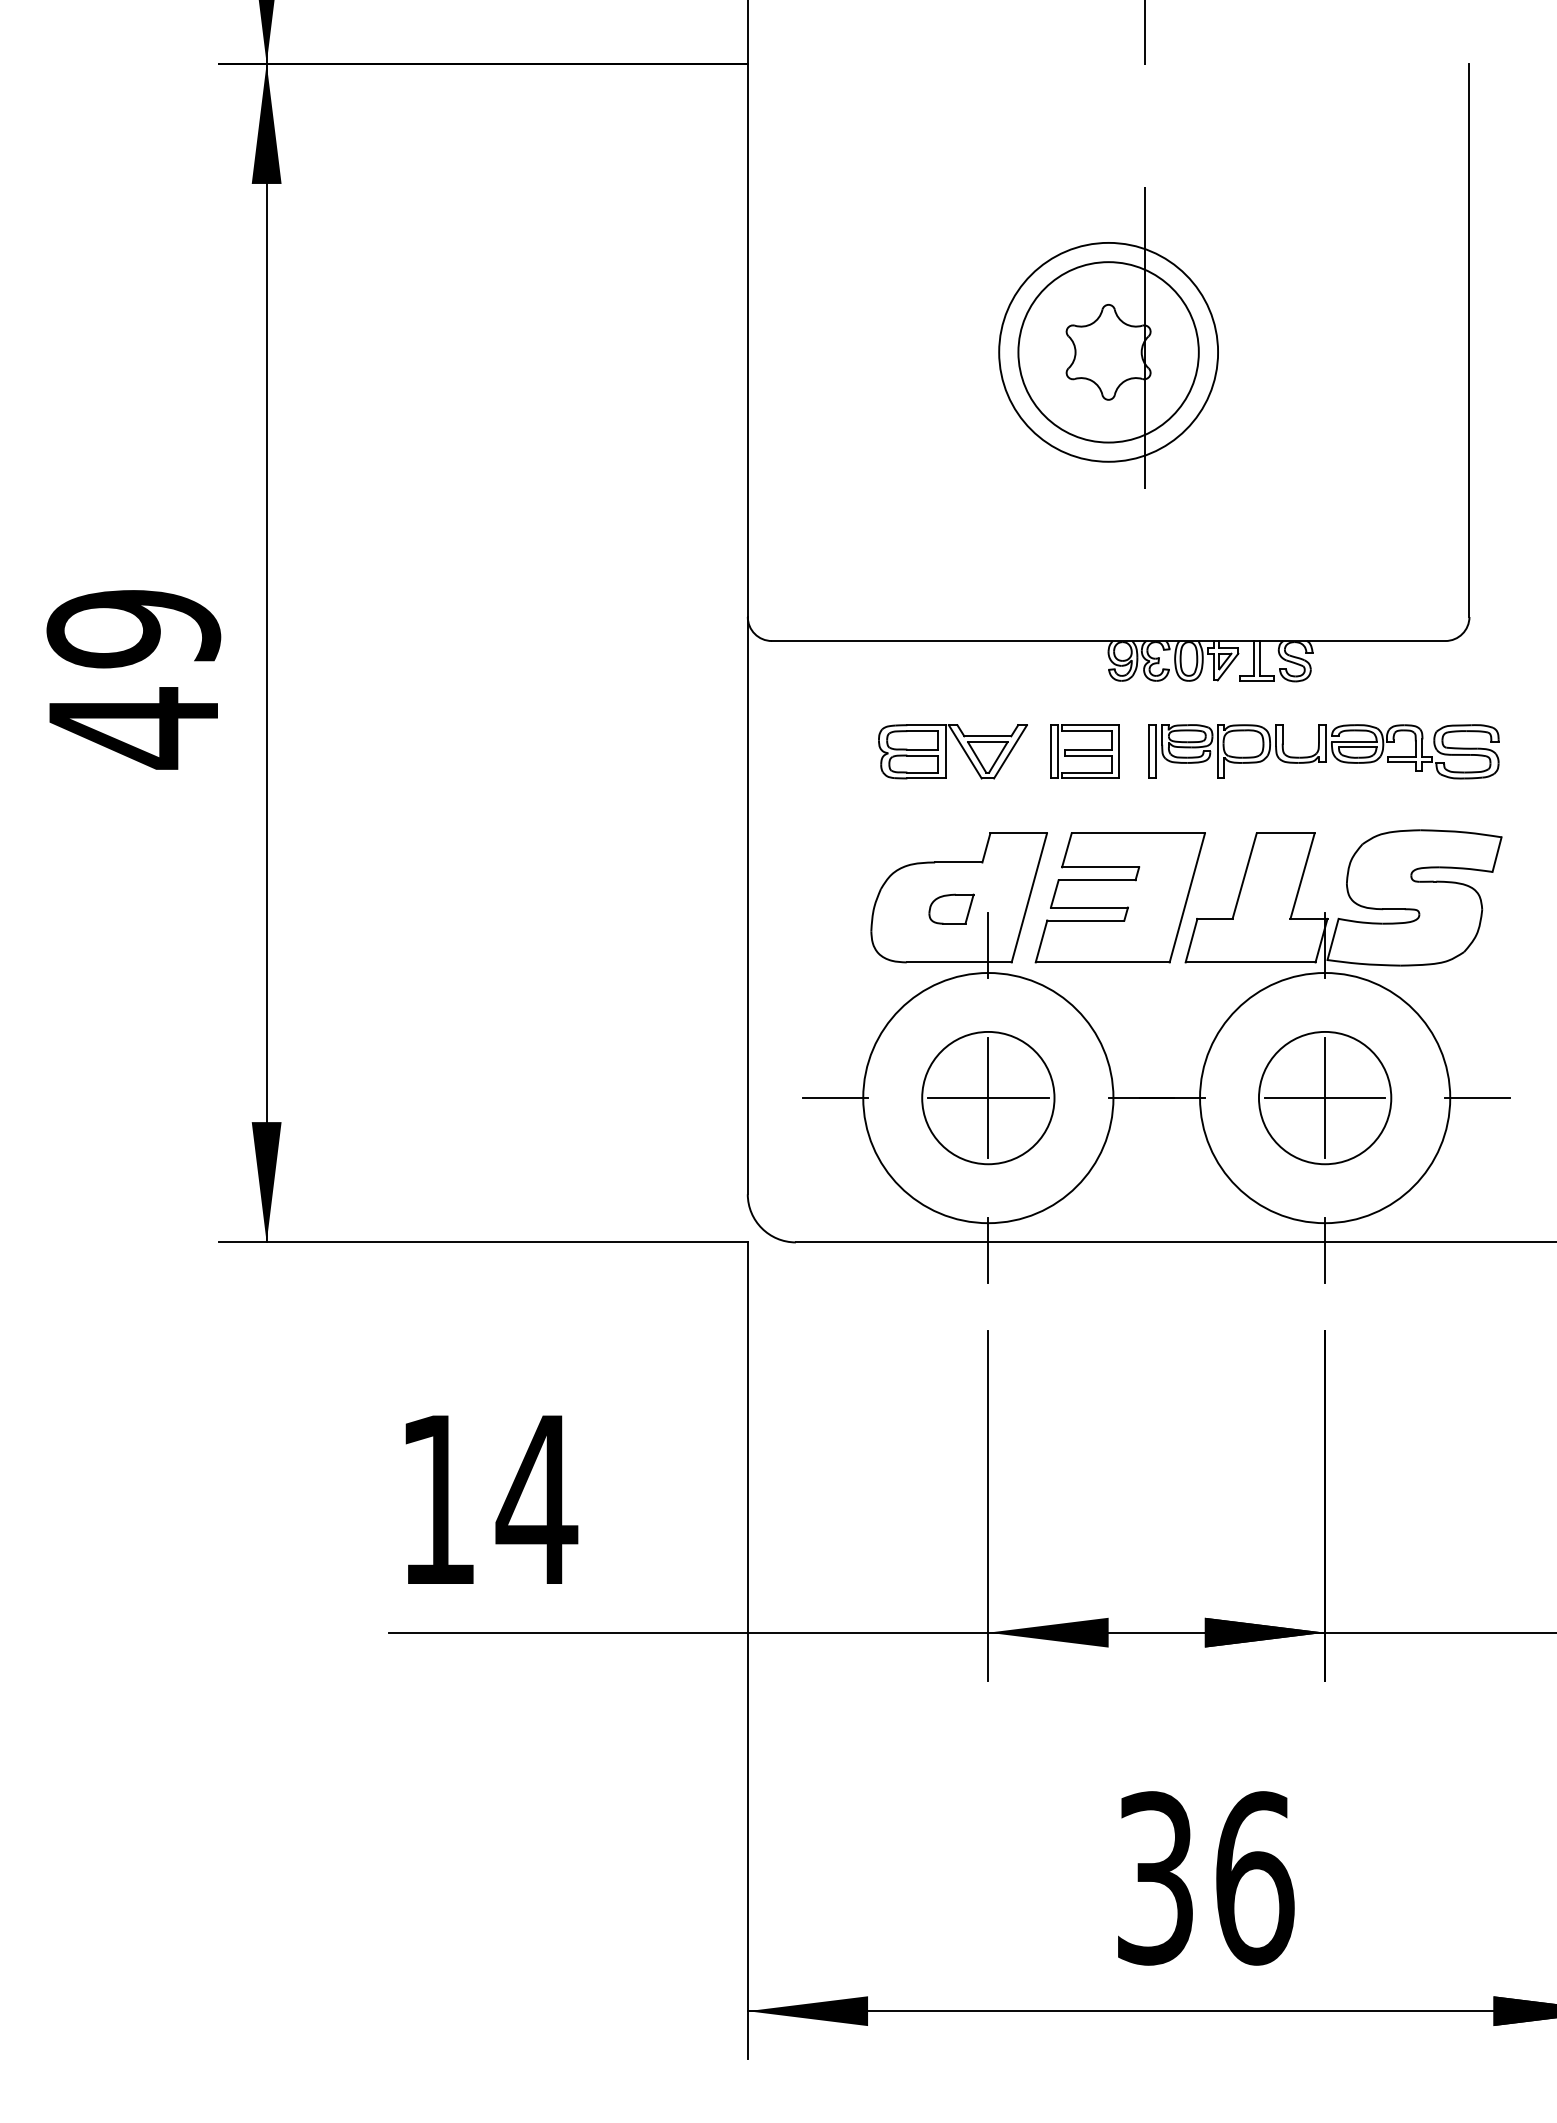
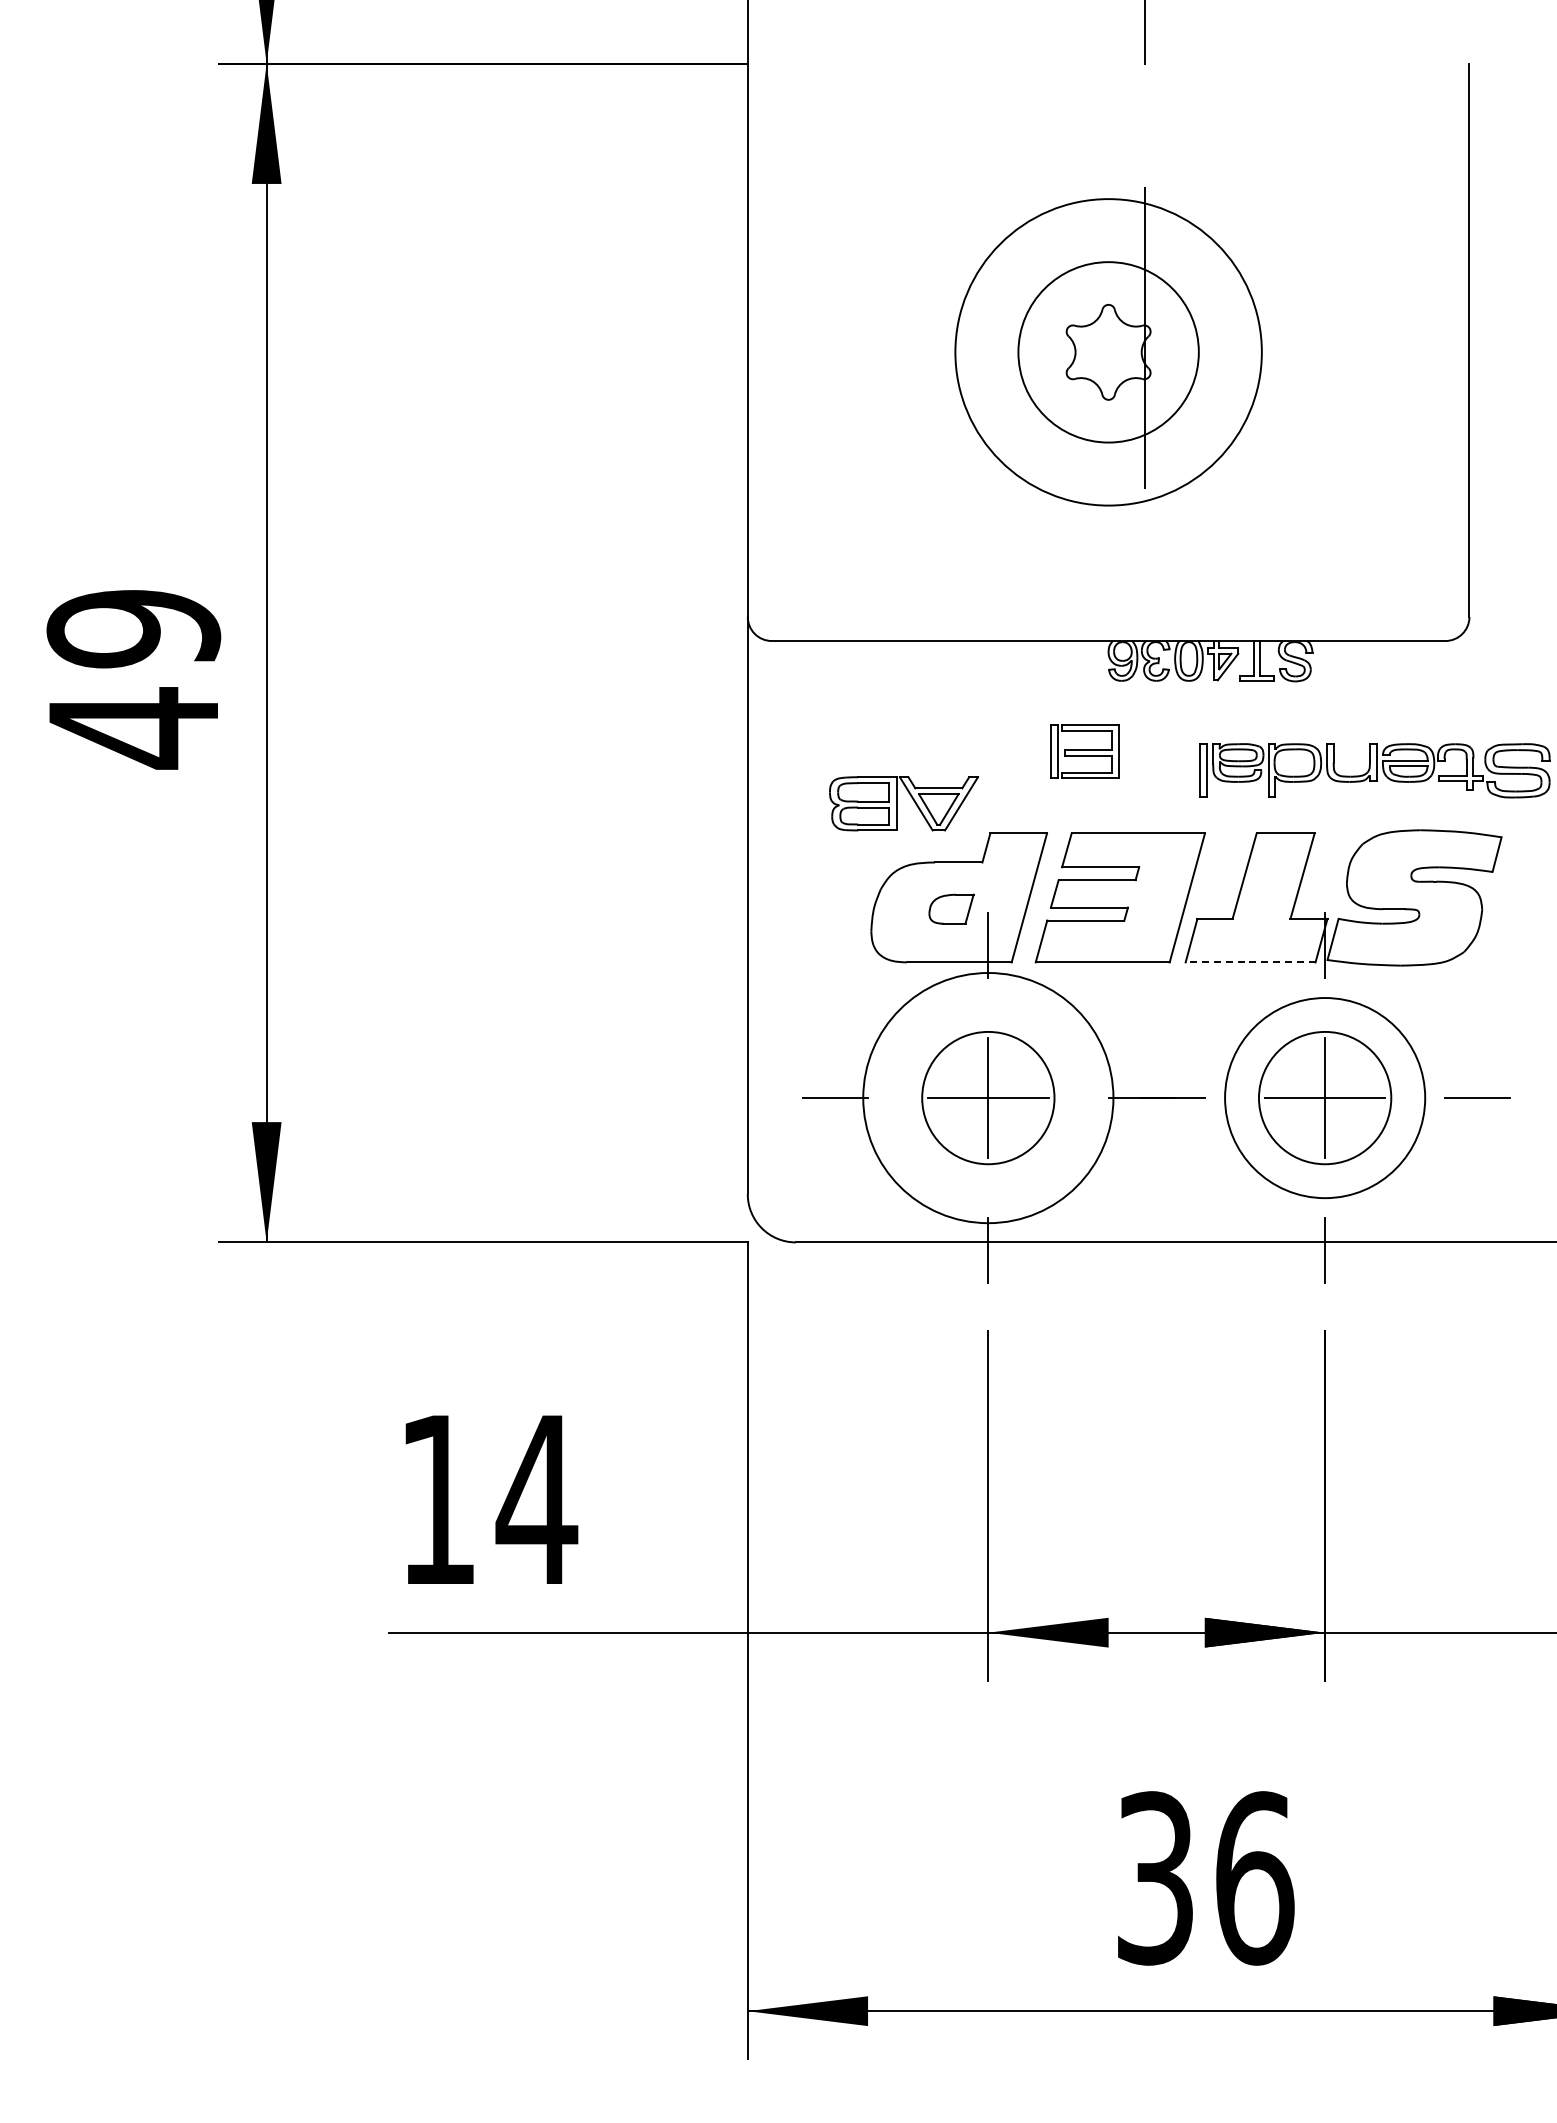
circle at (1108, 351) diameter: 219 px -> 306 px
part at (952, 751) position: (952, 751) -> (903, 803)
part at (1323, 751) position: (1323, 751) -> (1374, 770)
line at (1250, 962): solid -> dashed
circle at (1325, 1098) diameter: 250 px -> 200 px
